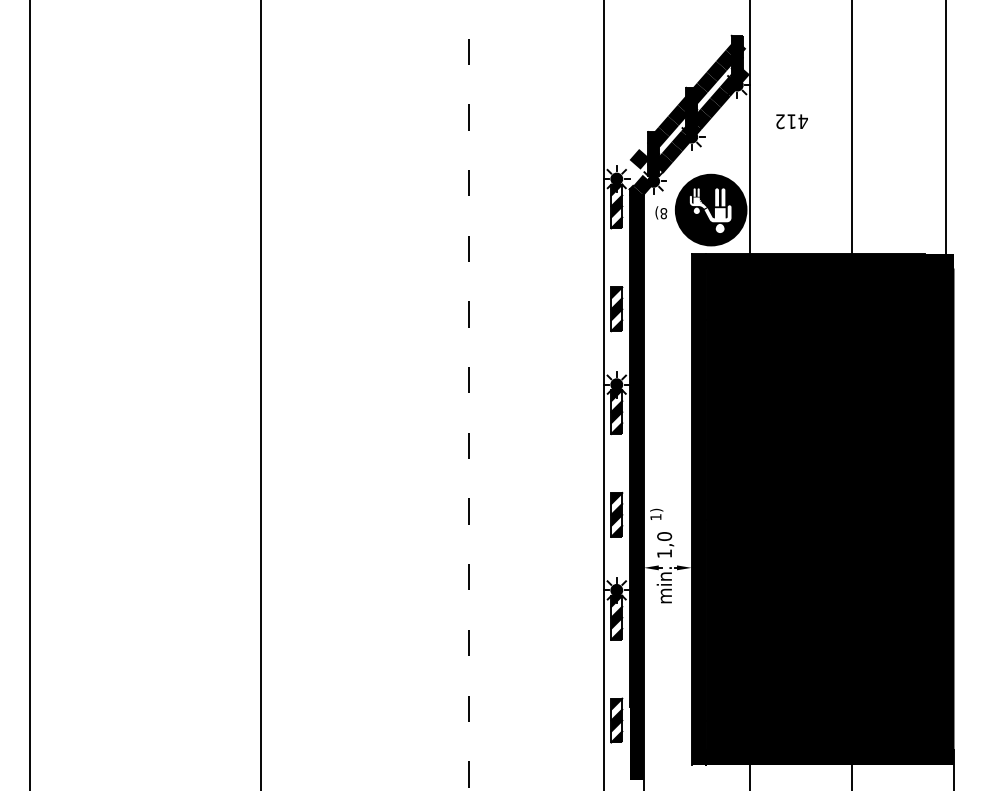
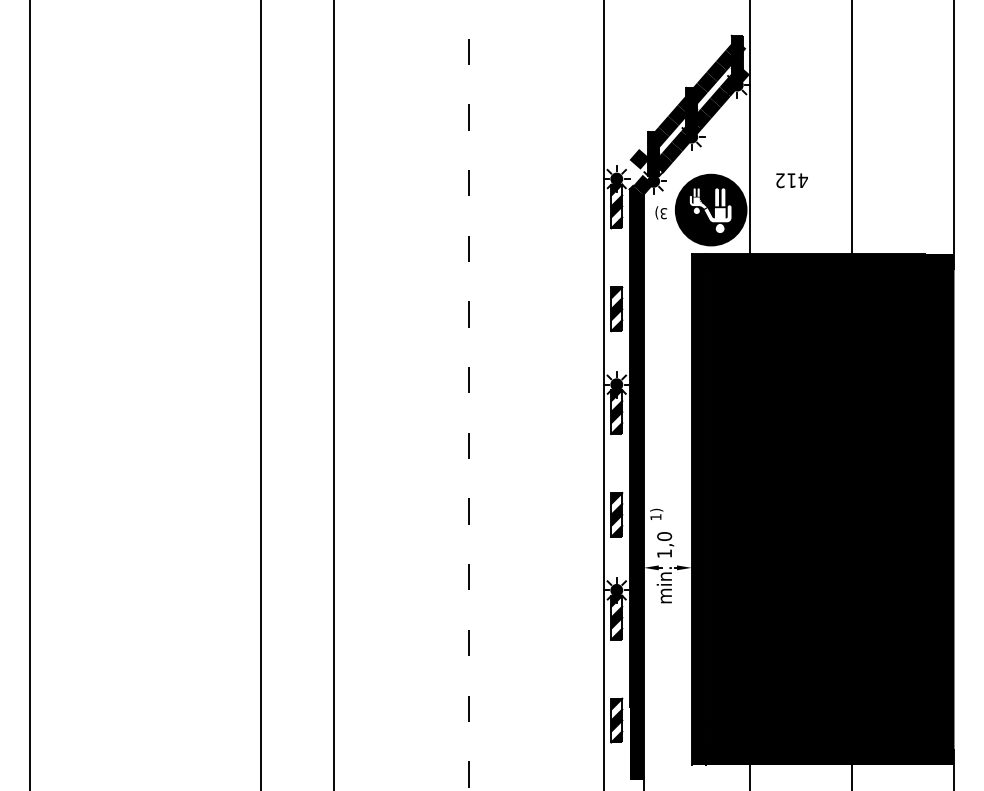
text at (791, 121) position: (791, 121) -> (791, 180)
line at (946, 135) position: (946, 135) -> (954, 135)
text at (663, 213): 8) -> 3)
line at (333, 394): none -> present
